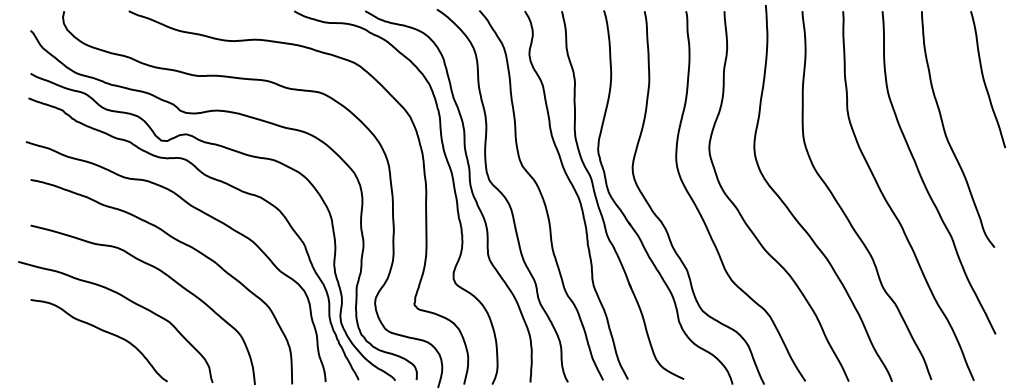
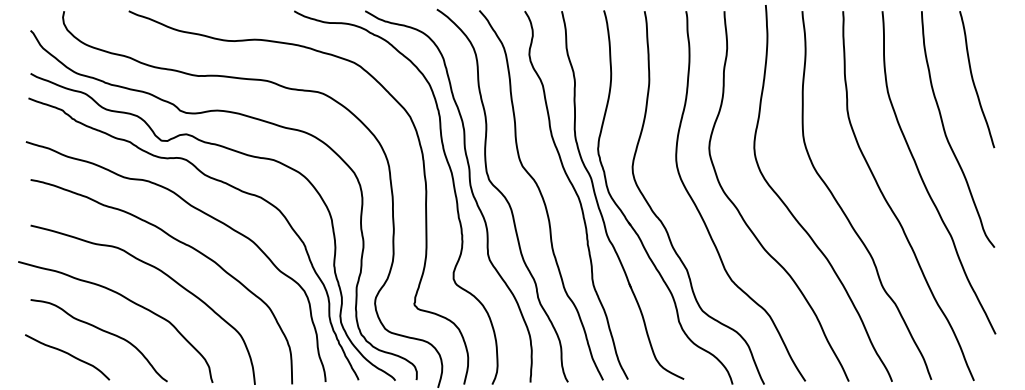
curve at (985, 81) position: (985, 81) -> (974, 81)
curve at (69, 355): none -> present
